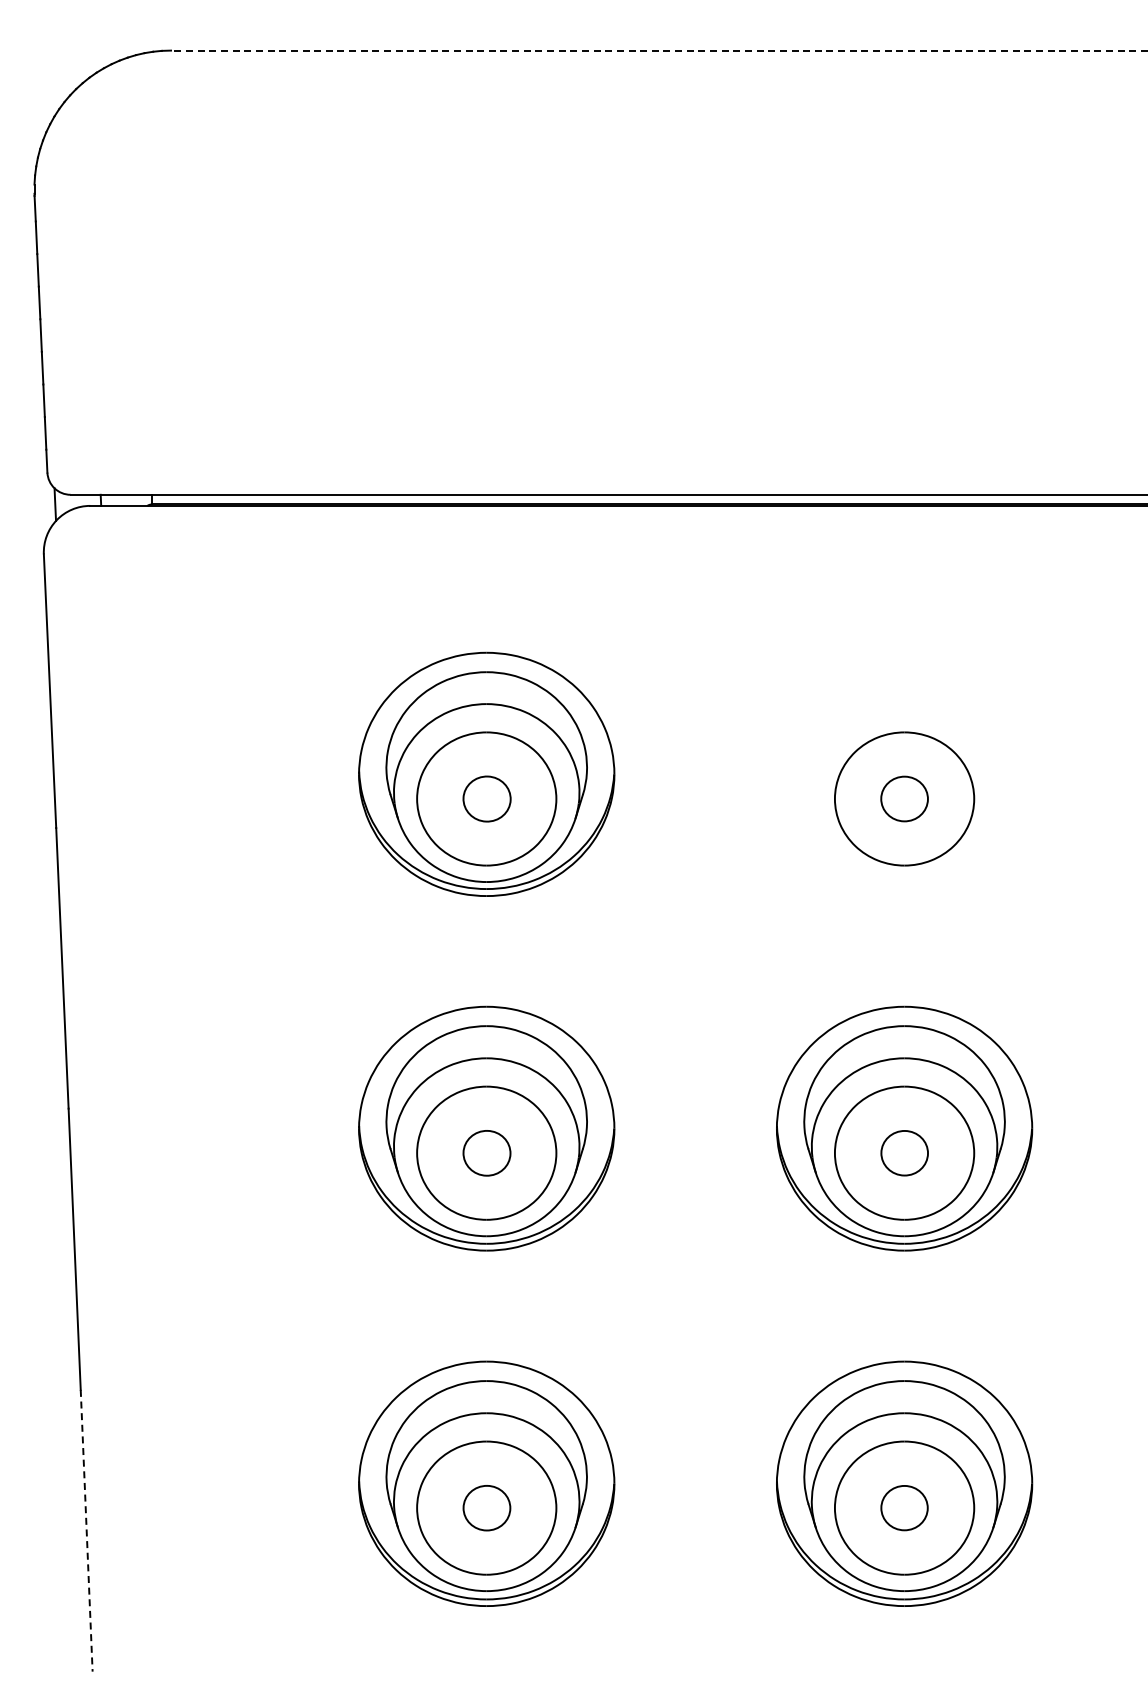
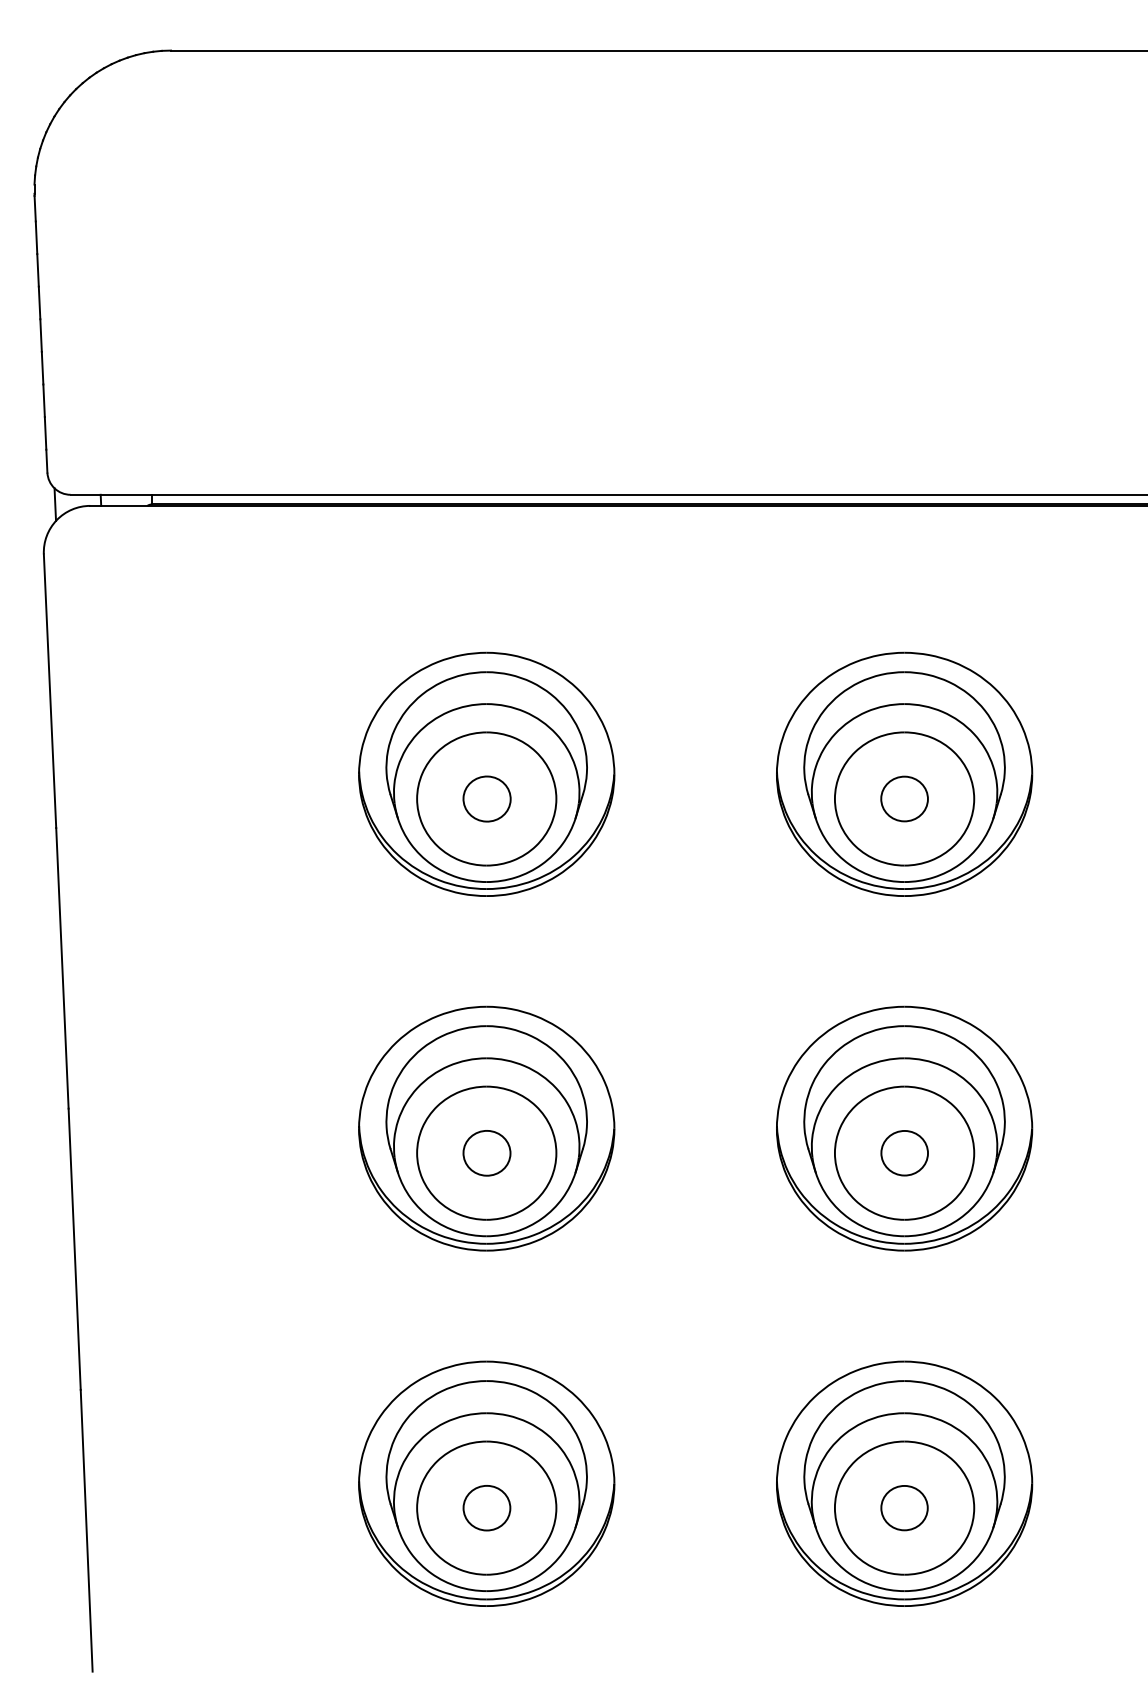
line at (659, 50): dashed -> solid
part at (904, 773): none -> present
line at (86, 1531): dashed -> solid
